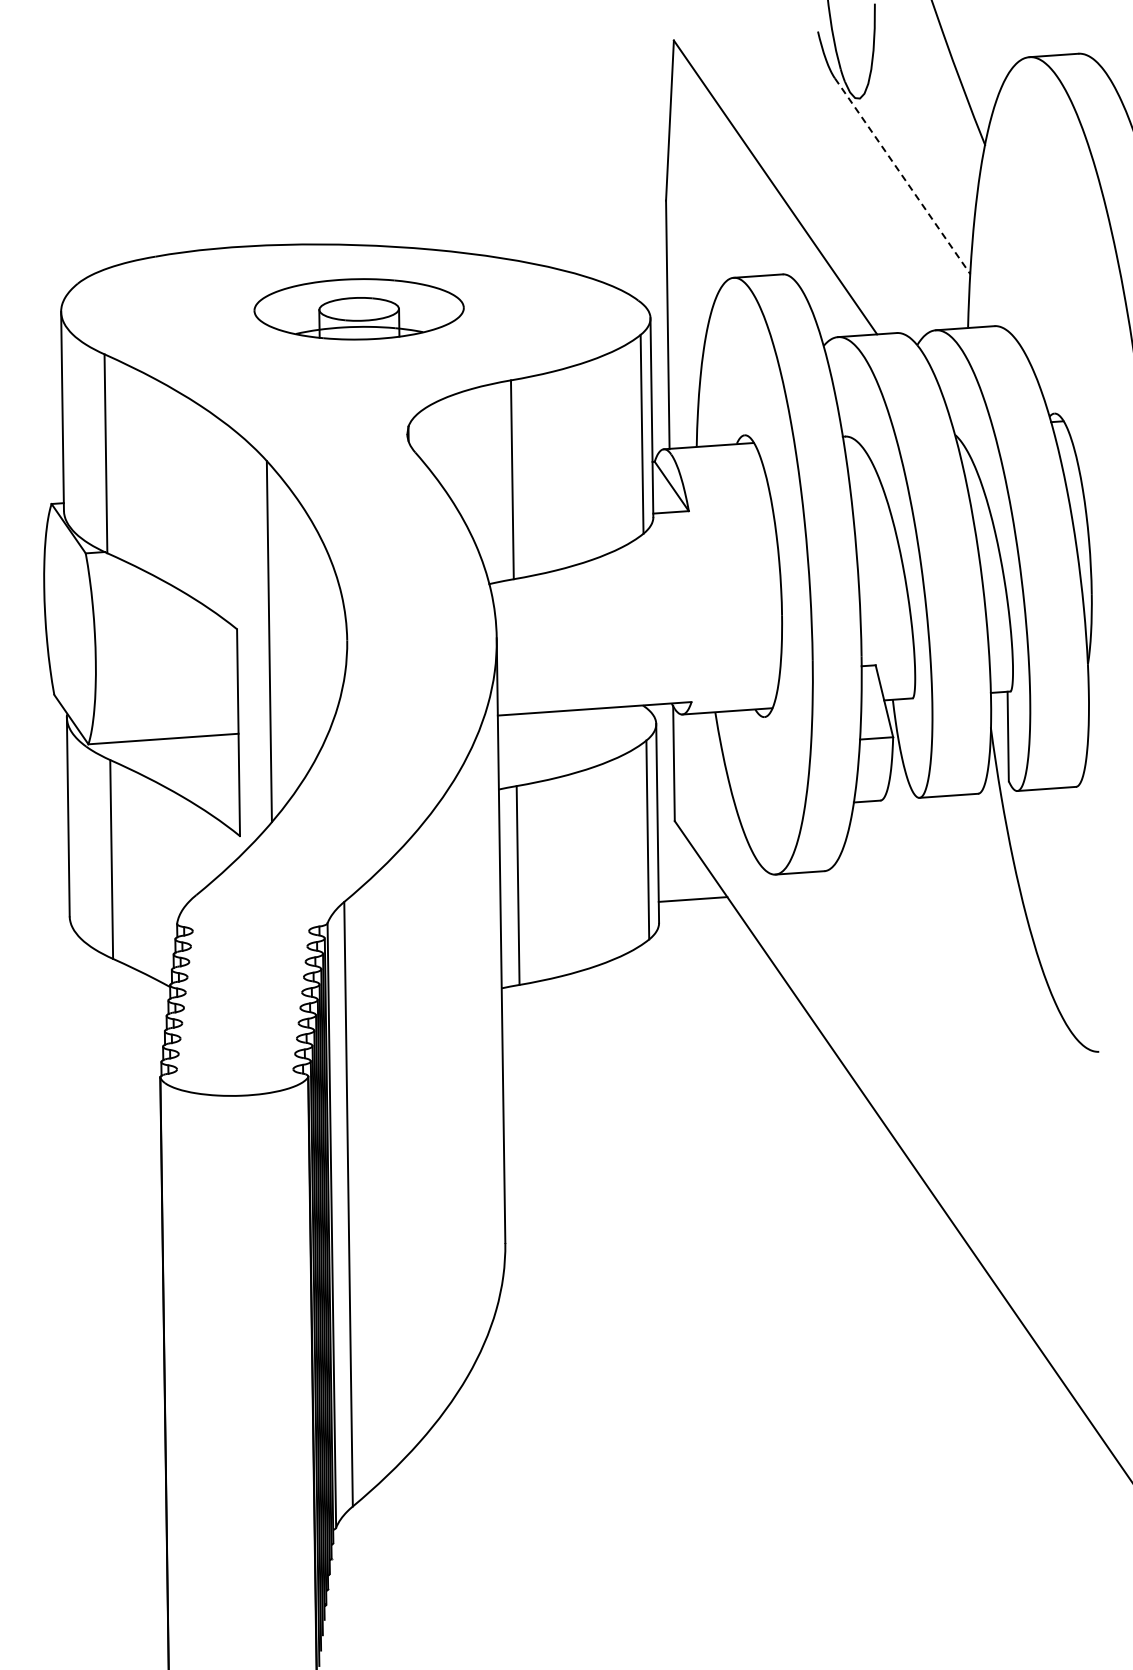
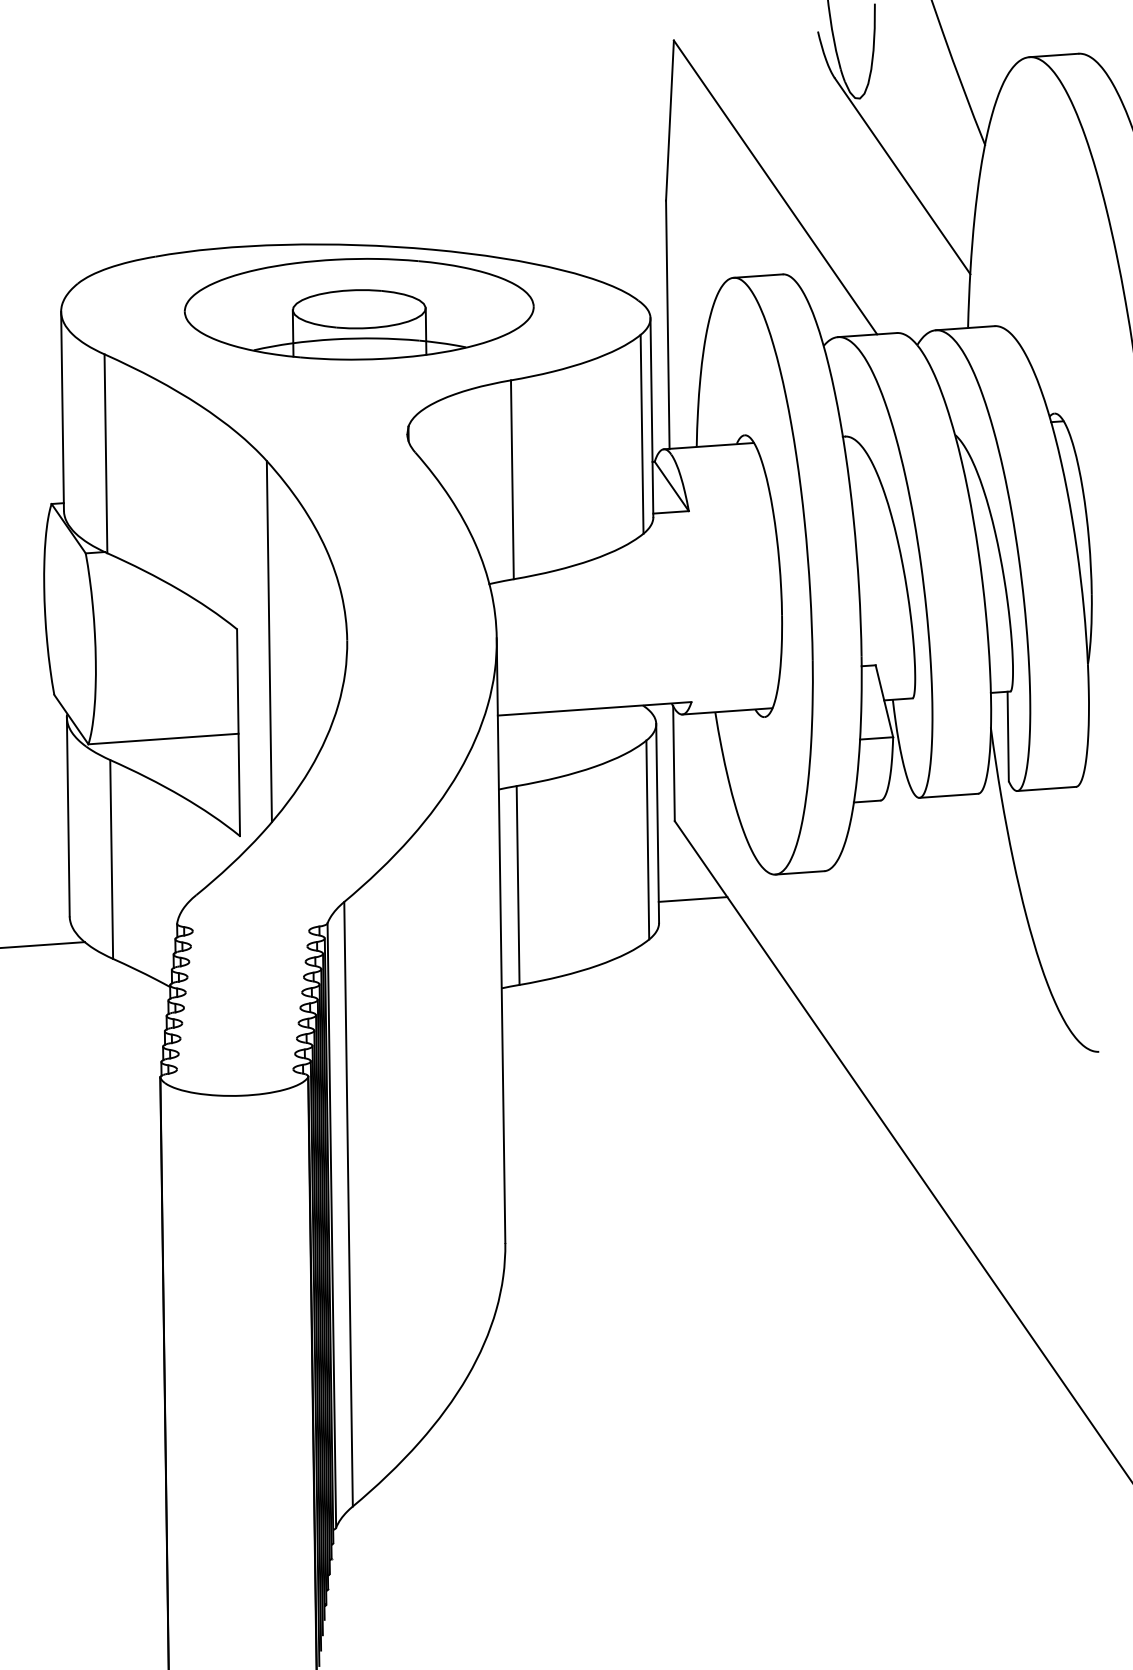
line at (902, 176): dashed -> solid
part at (358, 309) size: 212x63 px -> 352x103 px
line at (43, 944): none -> present
